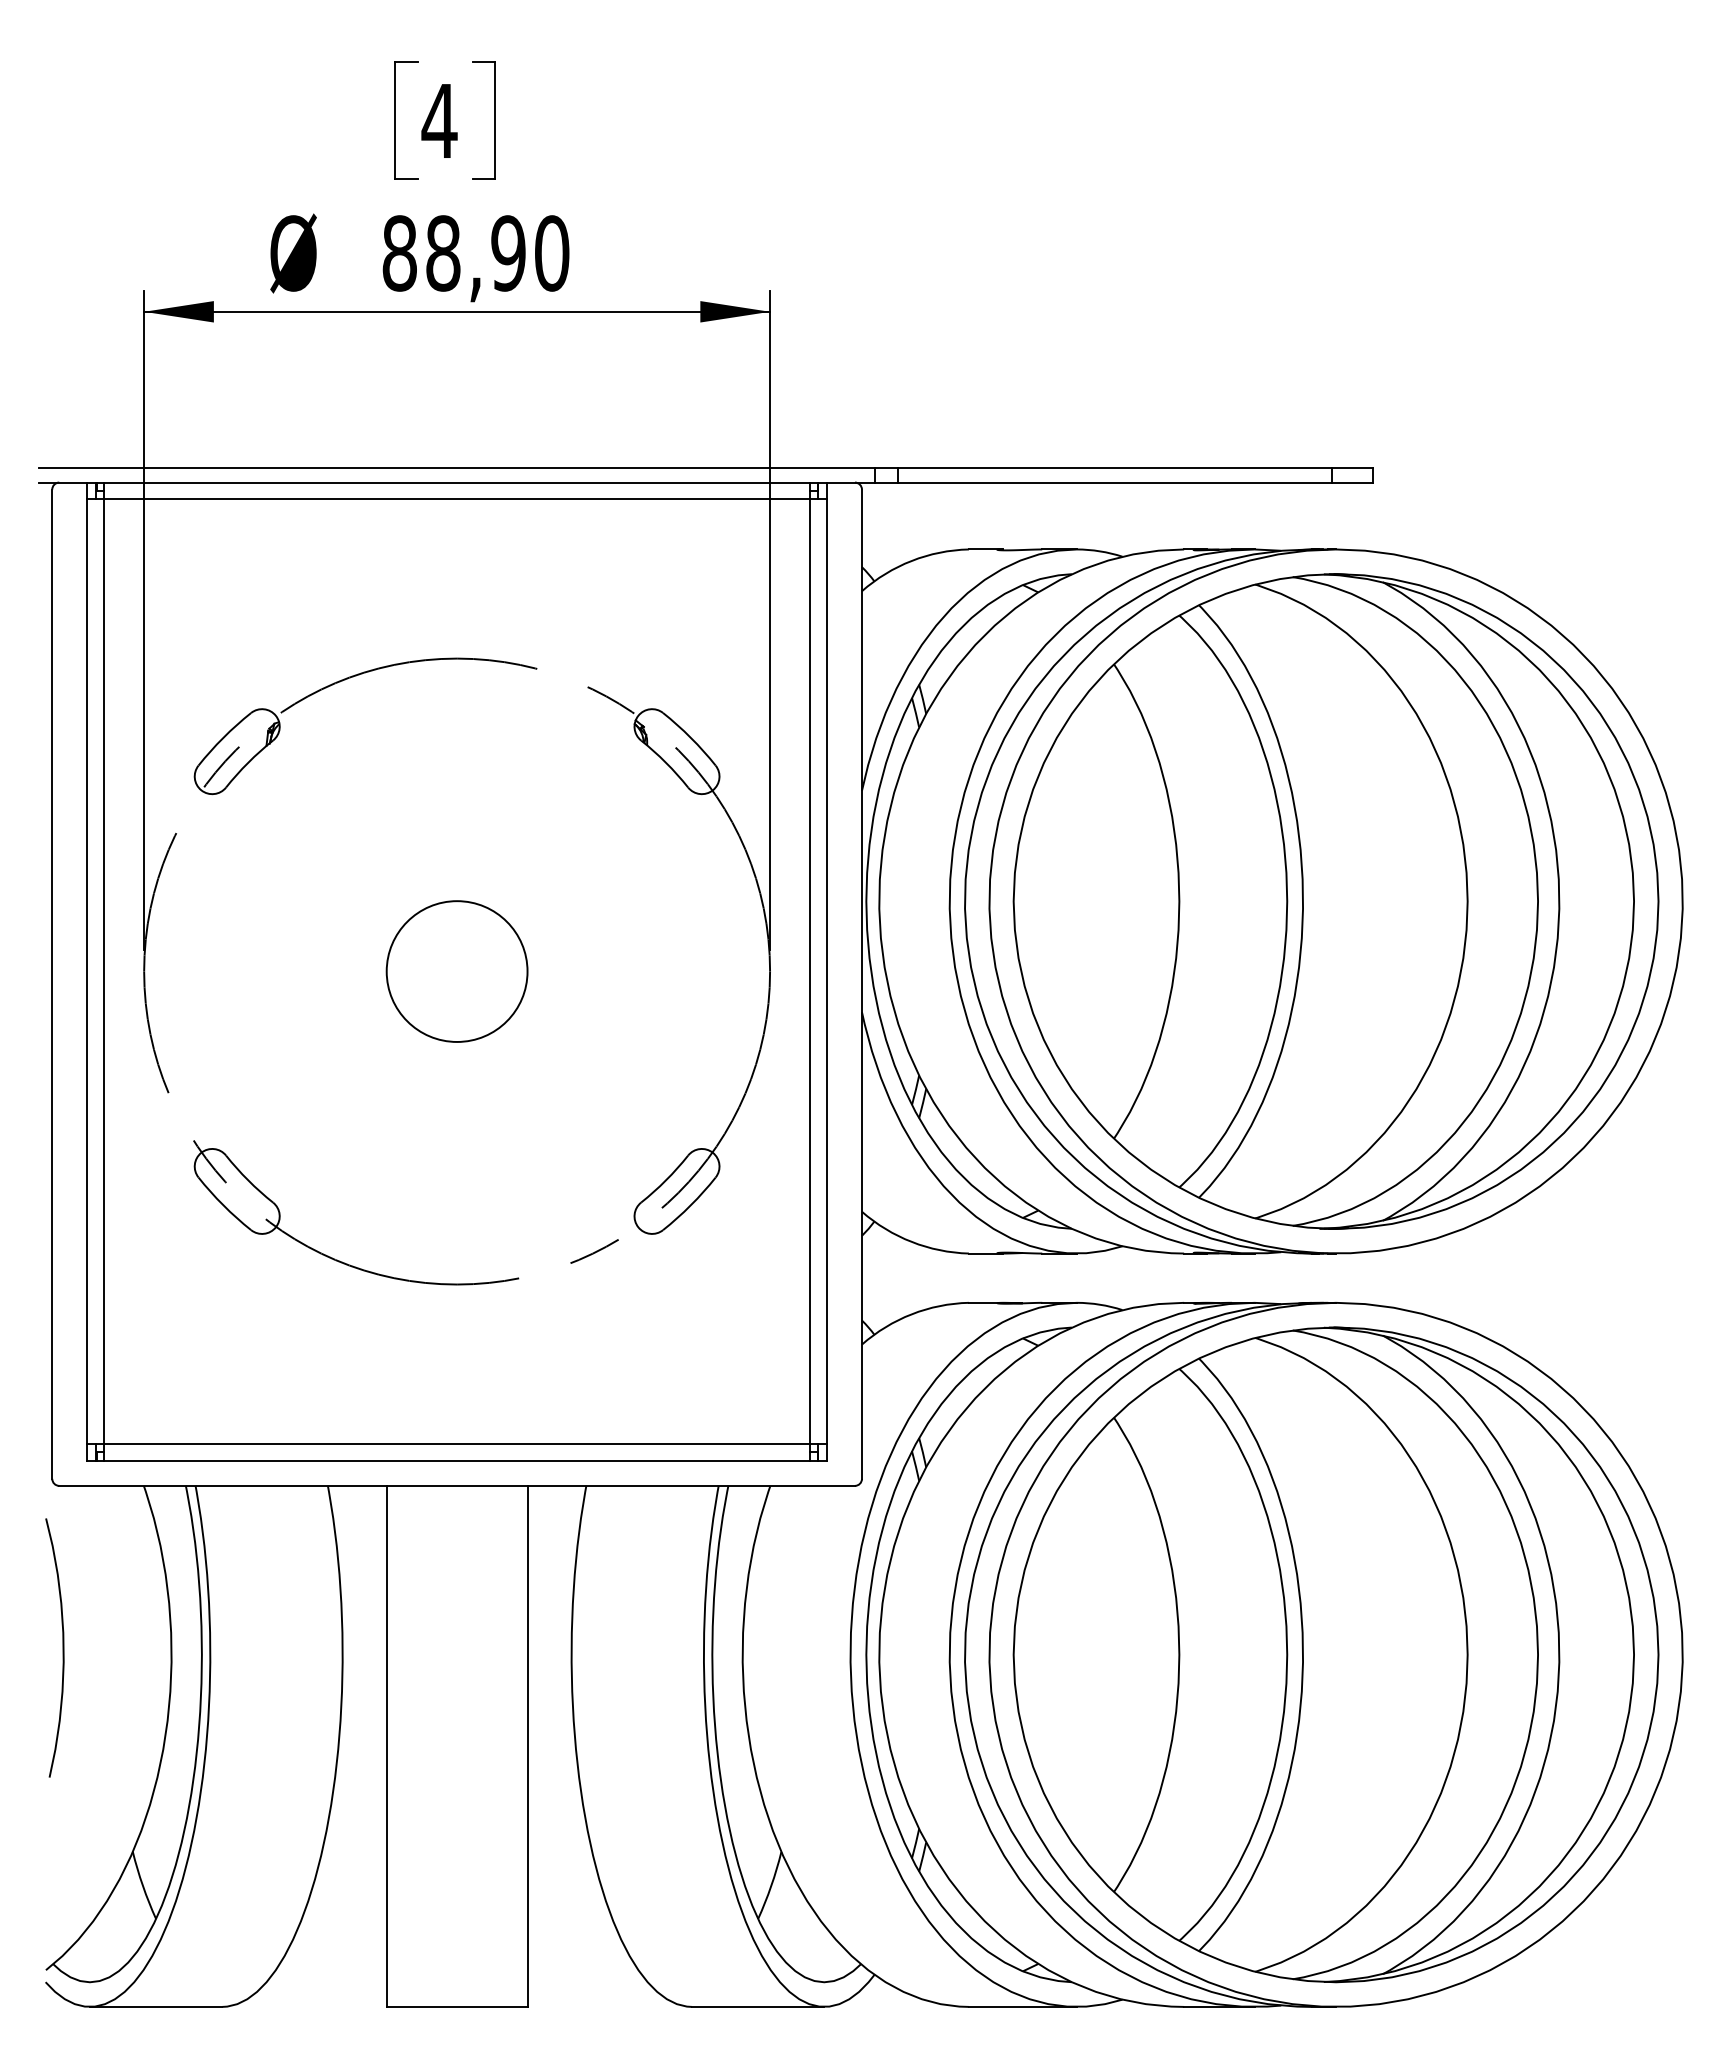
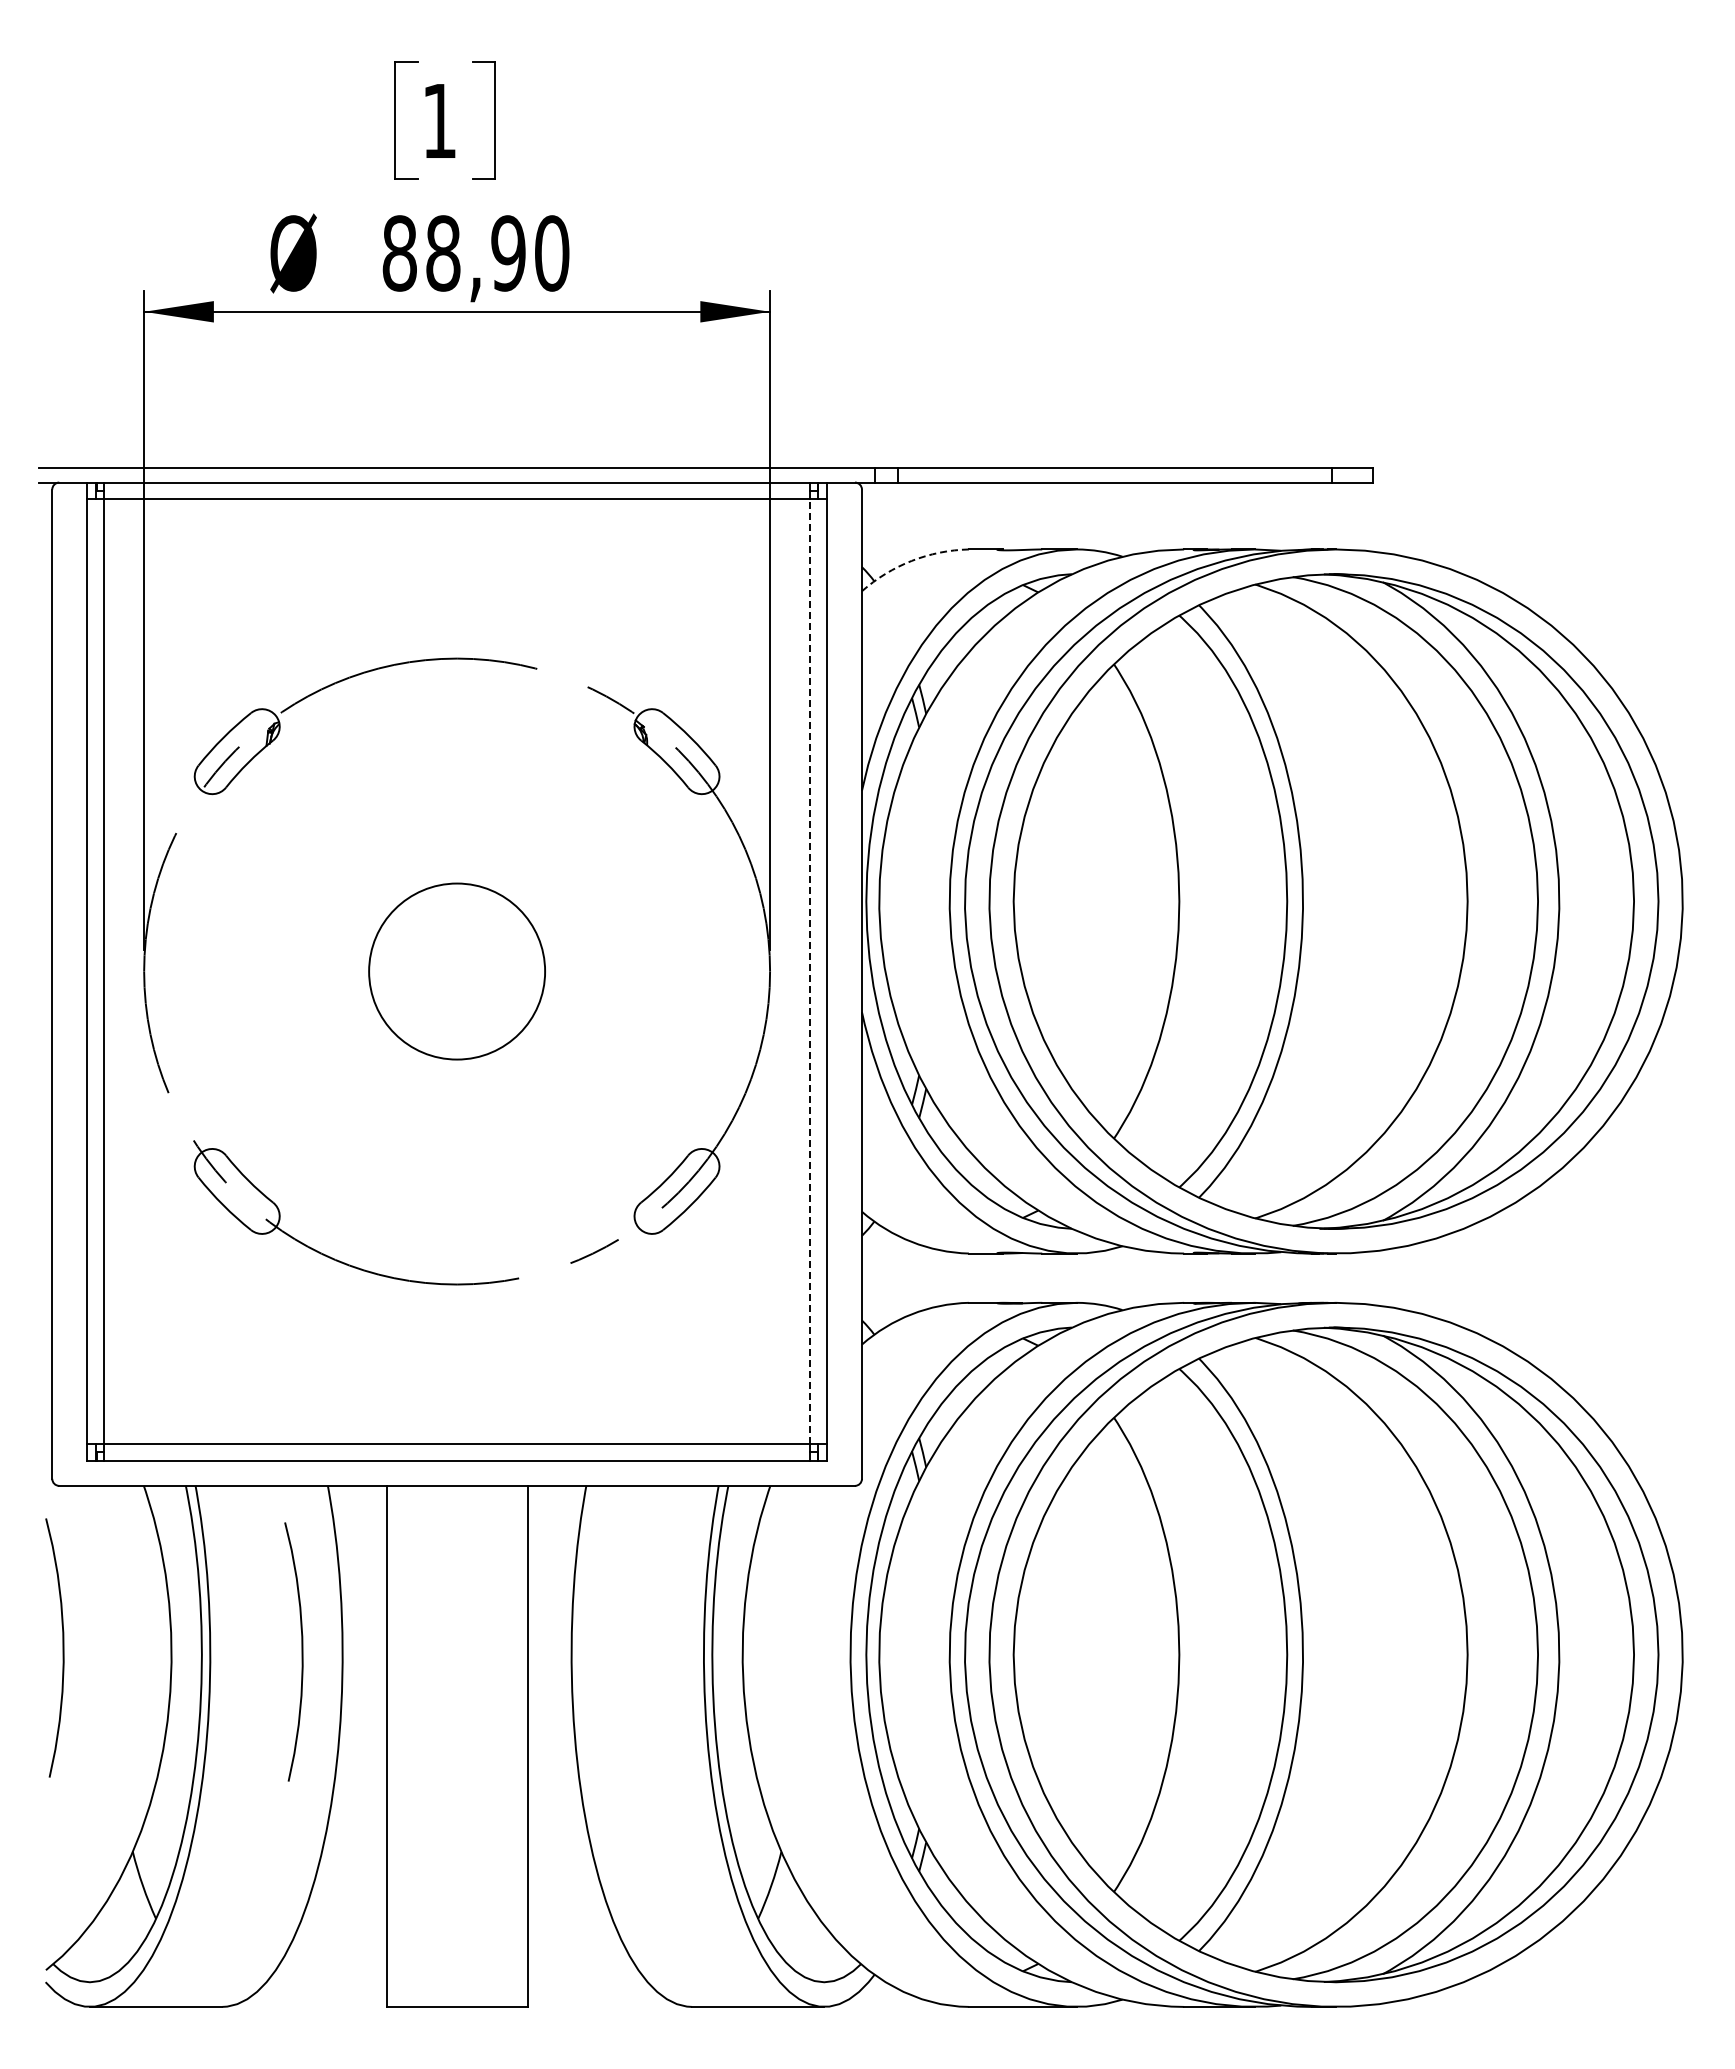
text at (439, 120): 4 -> 1
arc at (911, 560): solid -> dashed
circle at (456, 971) diameter: 141 px -> 176 px
line at (809, 971): solid -> dashed
curve at (301, 1651): none -> present
